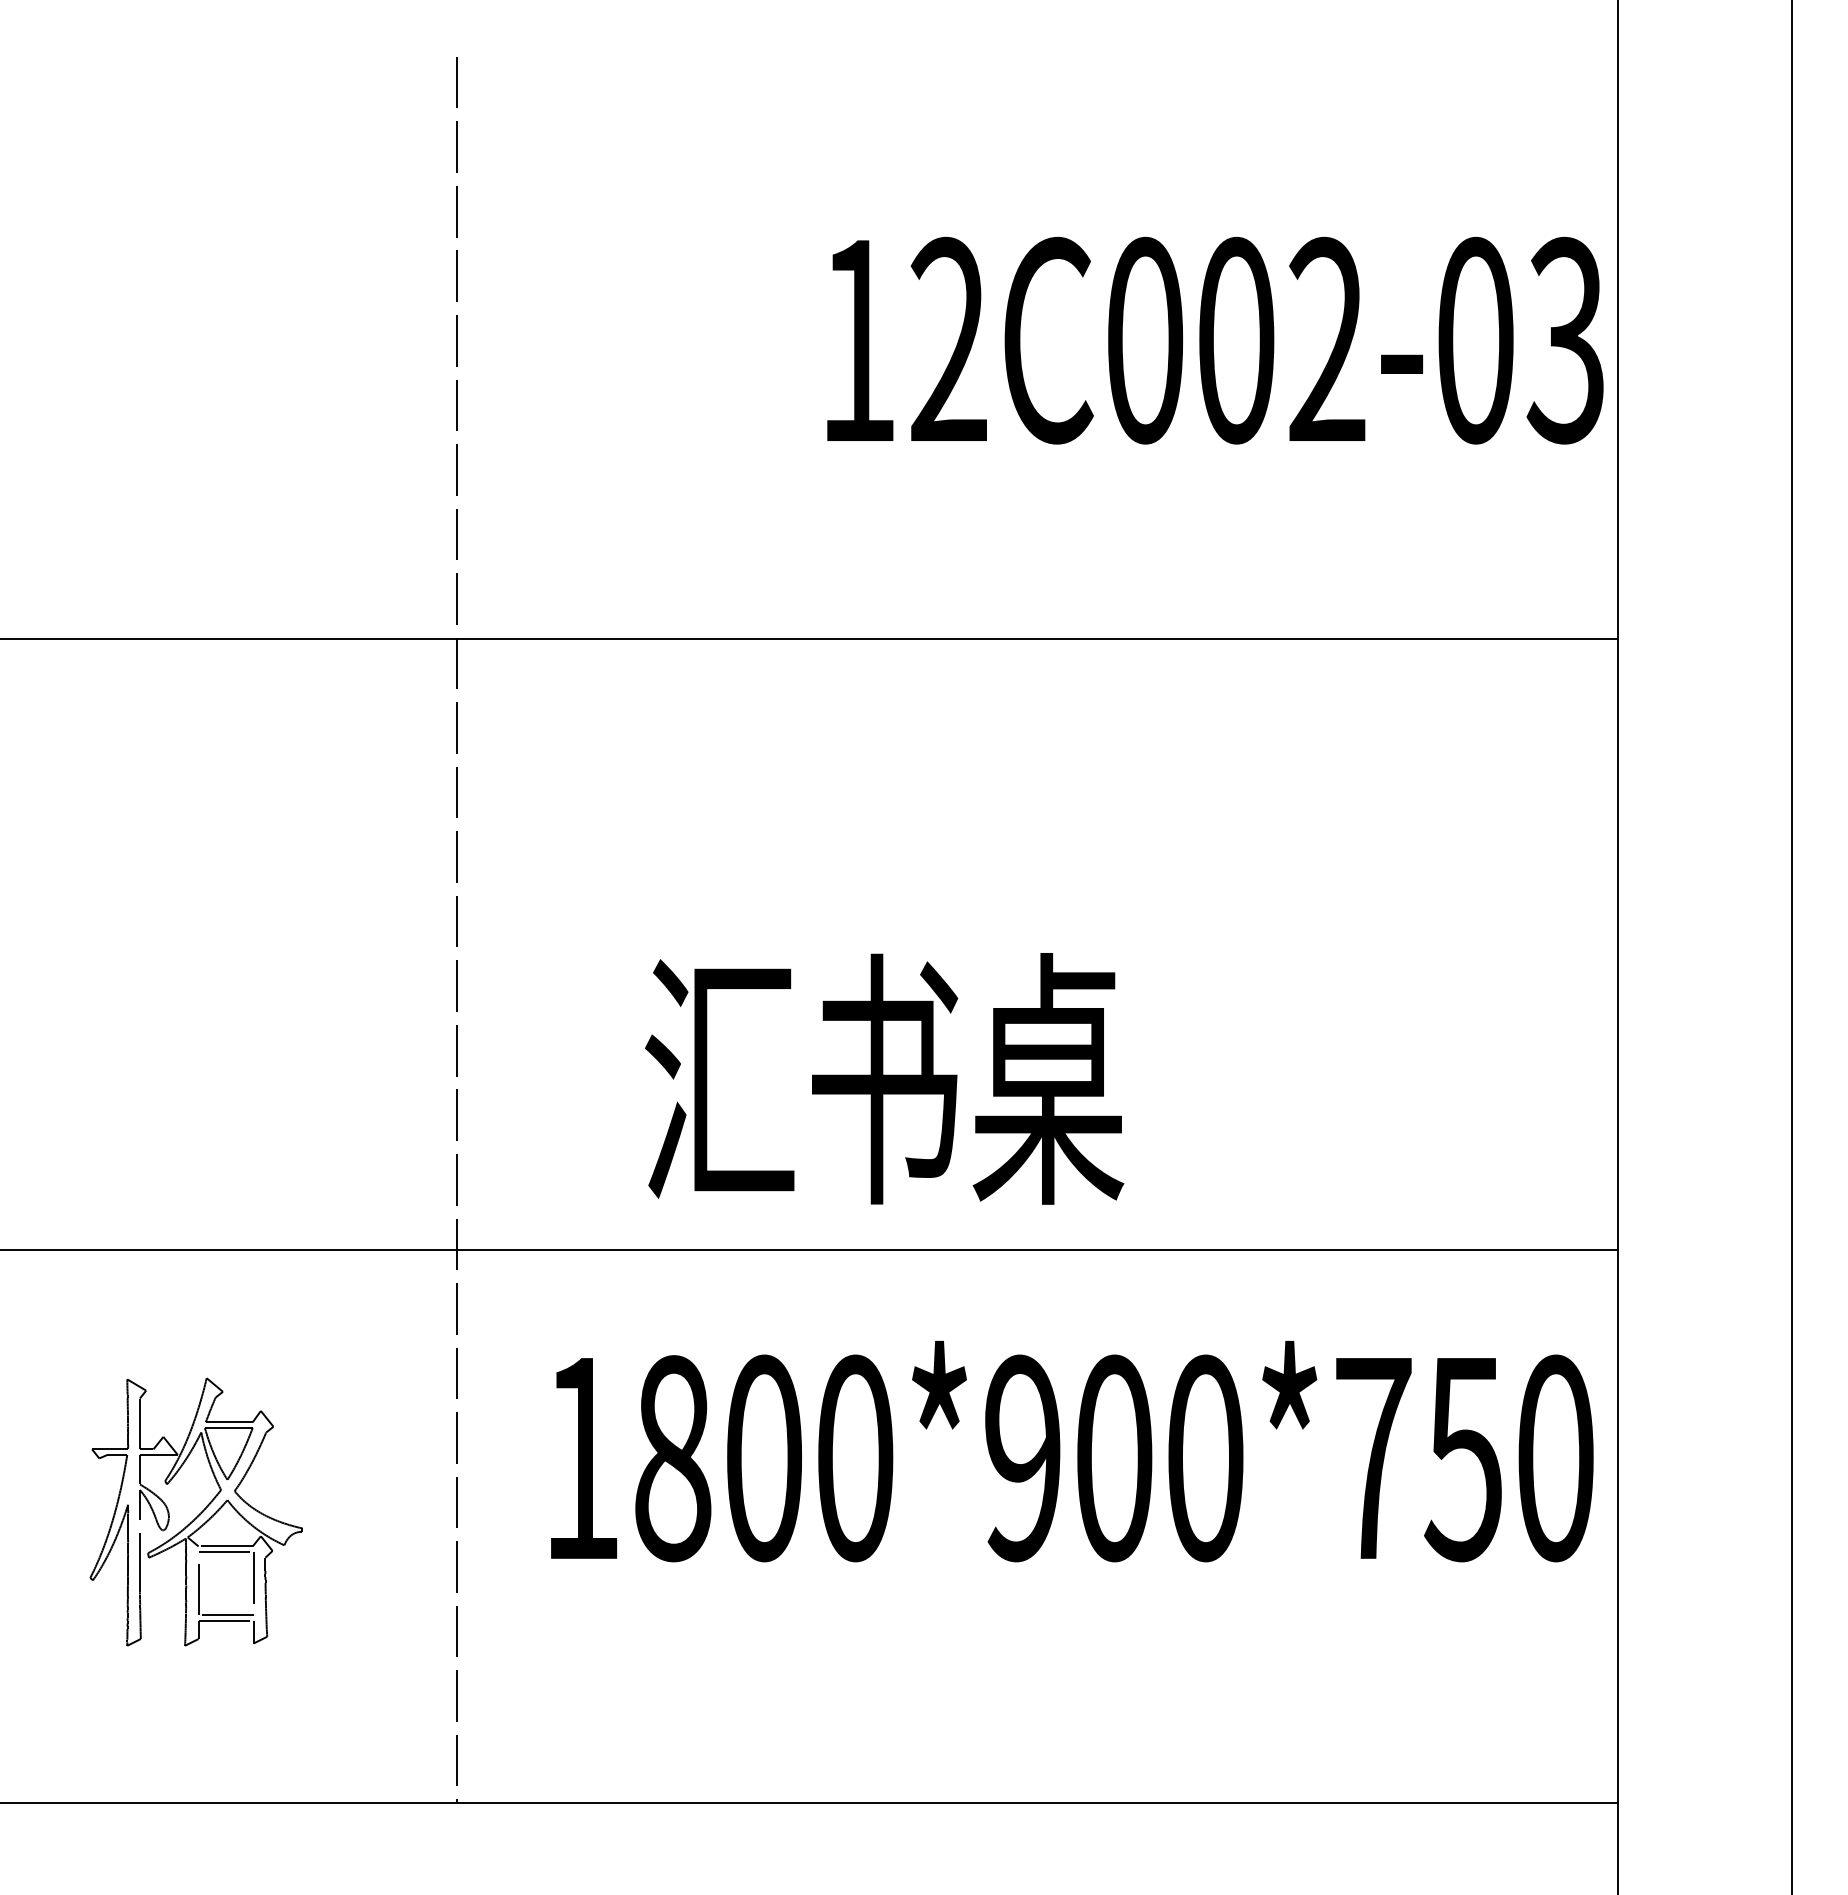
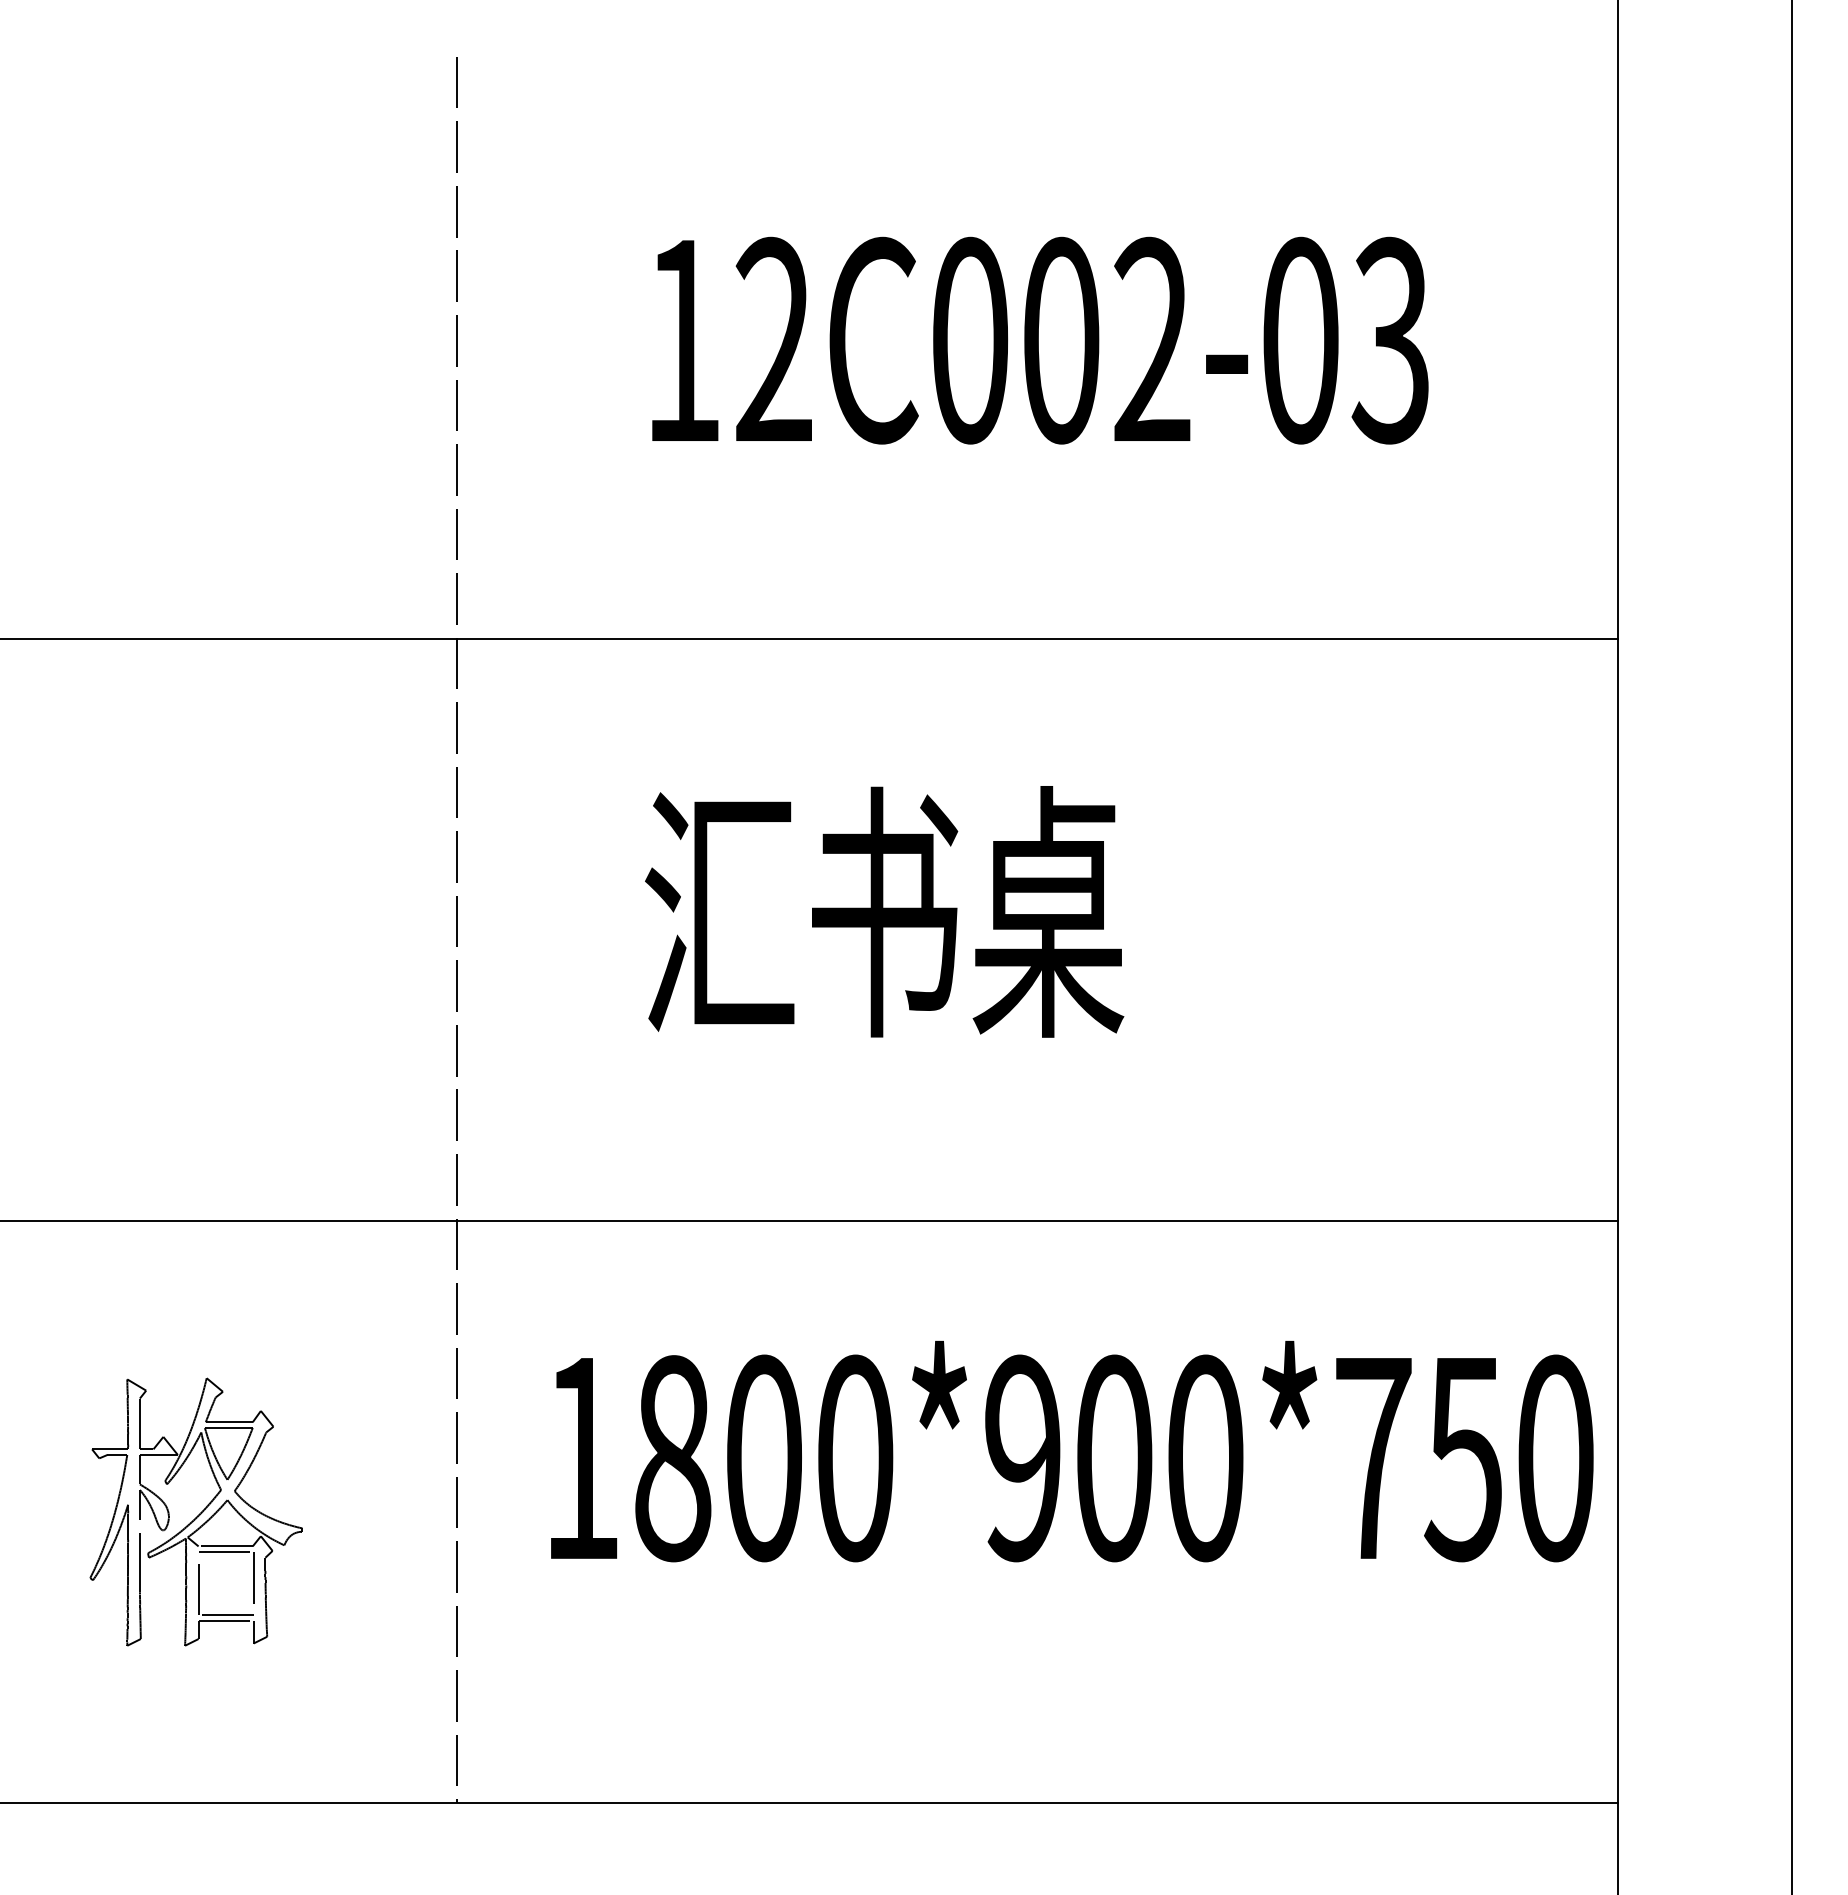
text at (1215, 340) position: (1215, 340) -> (1040, 340)
text at (884, 1078) position: (884, 1078) -> (884, 911)
line at (810, 1249) position: (810, 1249) -> (810, 1220)
